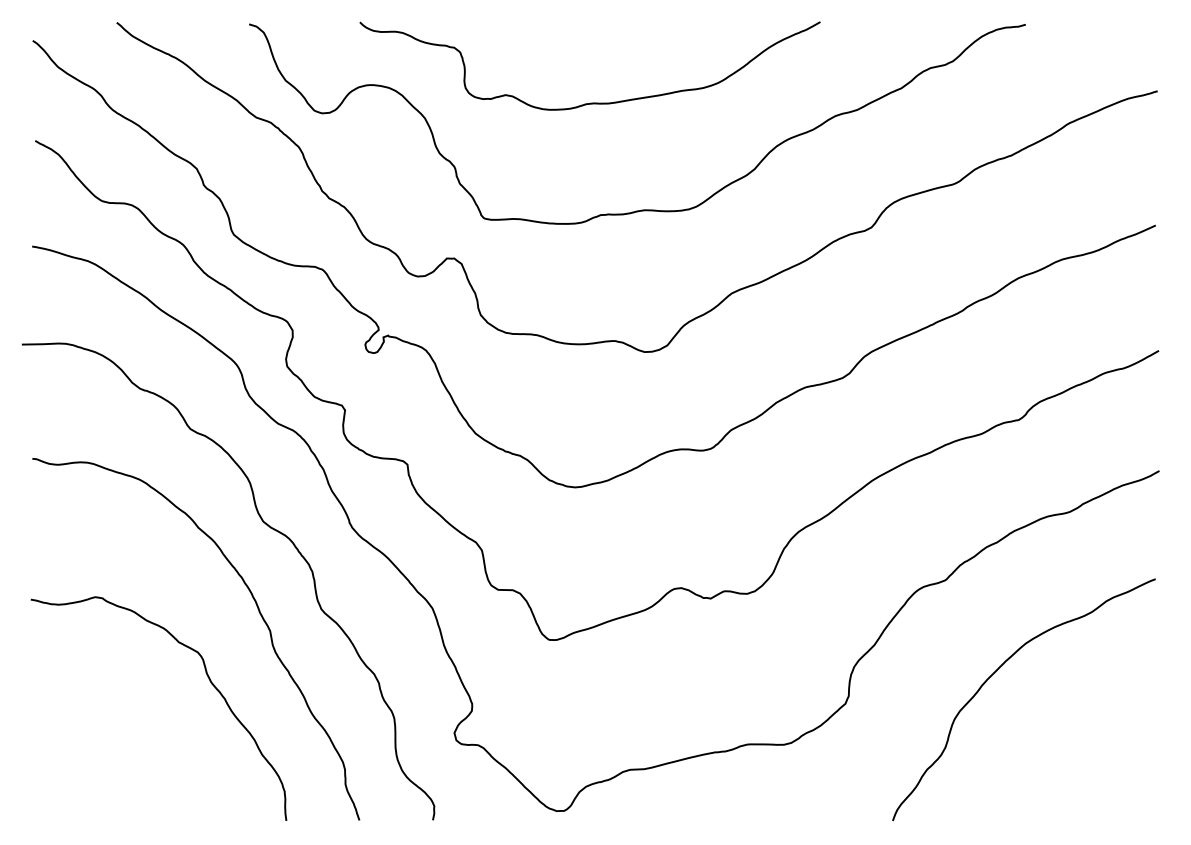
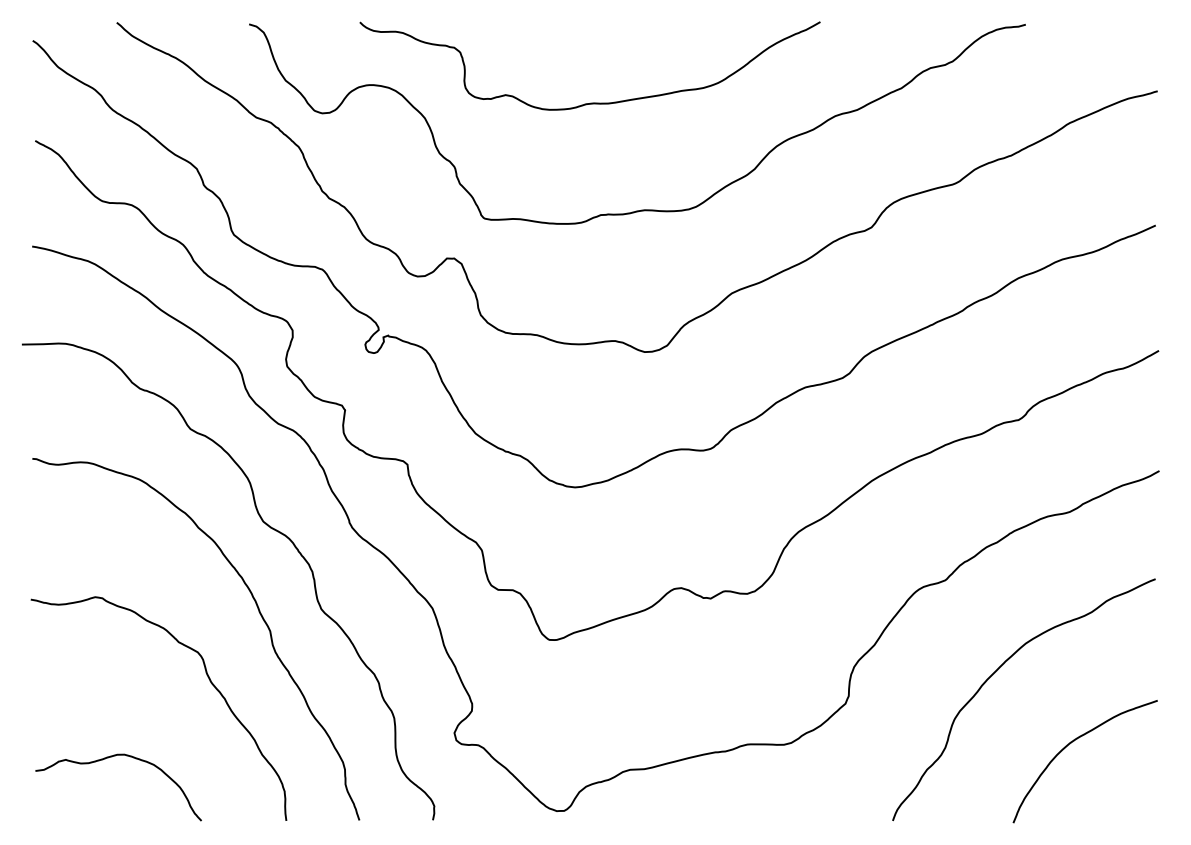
curve at (1070, 744): none -> present
curve at (112, 757): none -> present
